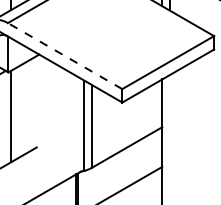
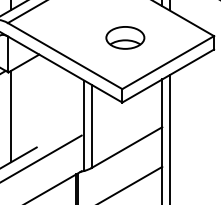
part at (125, 37): none -> present
line at (64, 55): dashed -> solid
line at (169, 138): none -> present
line at (41, 158): none -> present
